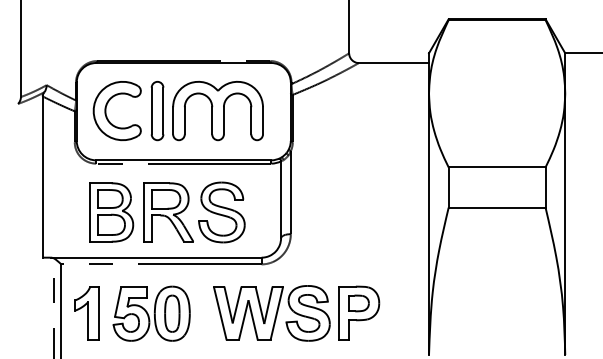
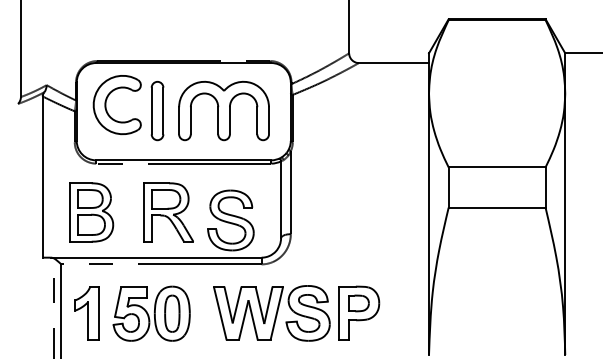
part at (217, 110) position: (217, 110) -> (223, 110)
part at (106, 111) position: (106, 111) -> (106, 105)
part at (111, 212) position: (111, 212) -> (91, 212)
part at (221, 212) position: (221, 212) -> (230, 220)
